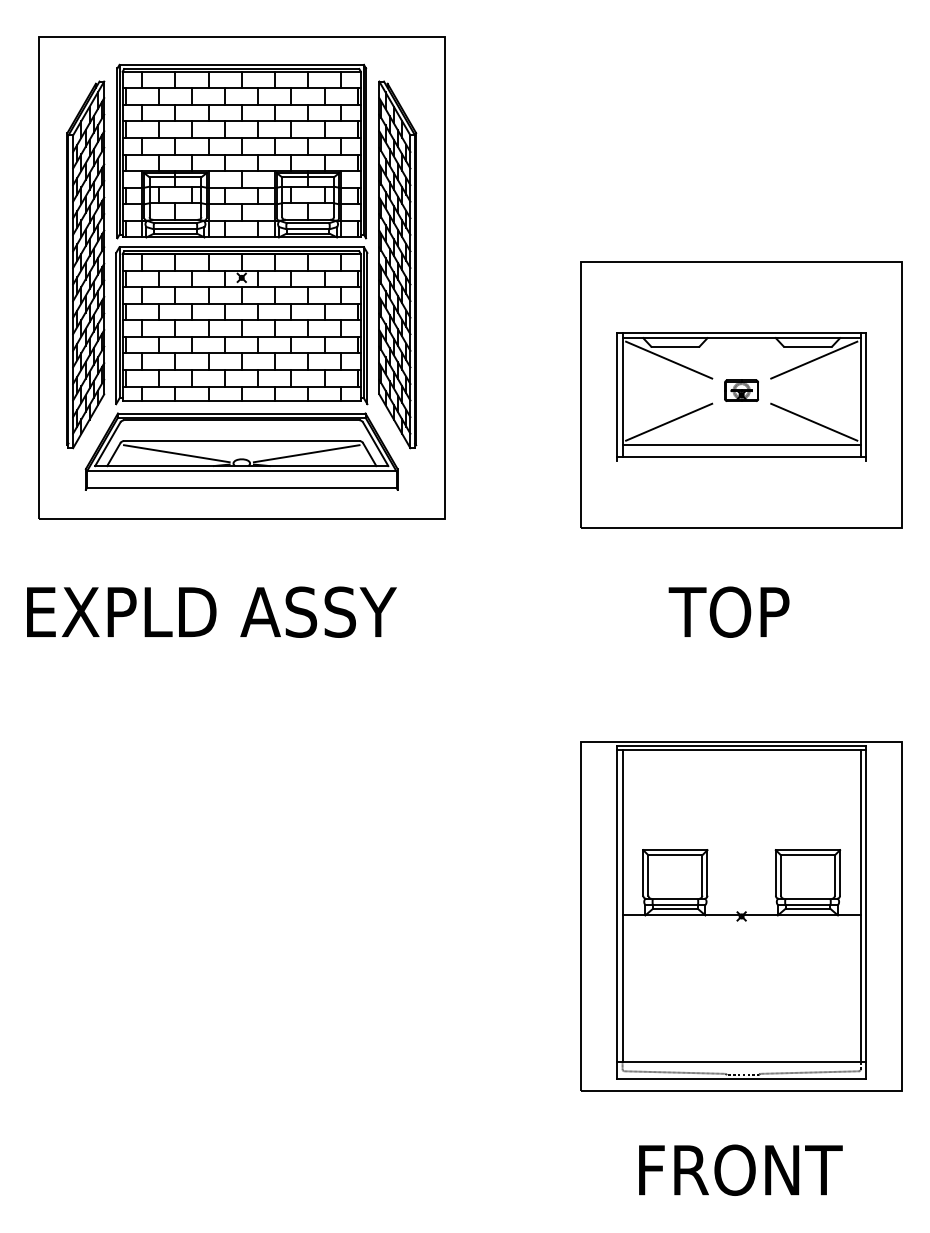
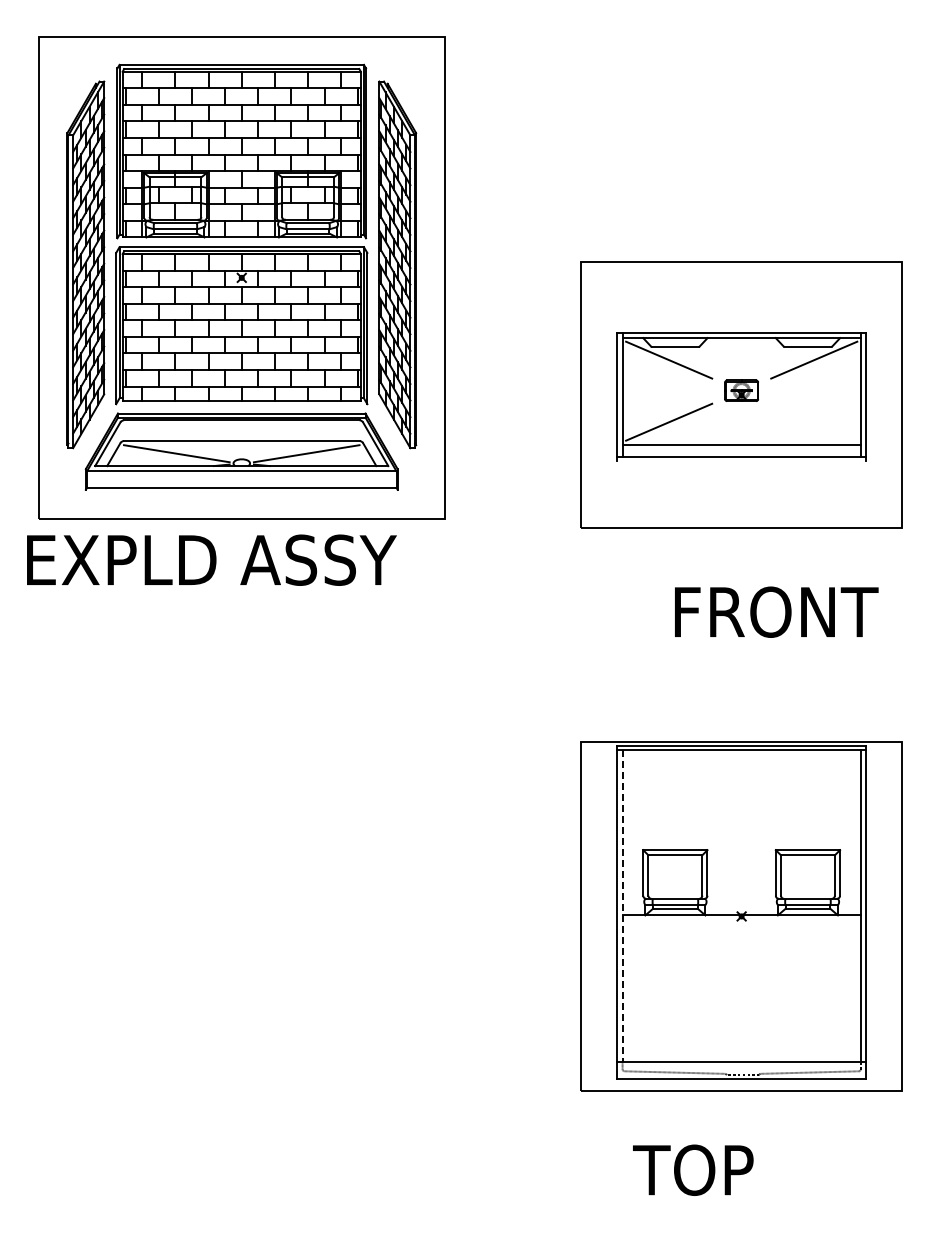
line at (814, 421): present -> none
text at (211, 611) position: (211, 611) -> (211, 559)
text at (773, 611): TOP -> FRONT
line at (622, 906): solid -> dashed
text at (737, 1169): FRONT -> TOP
